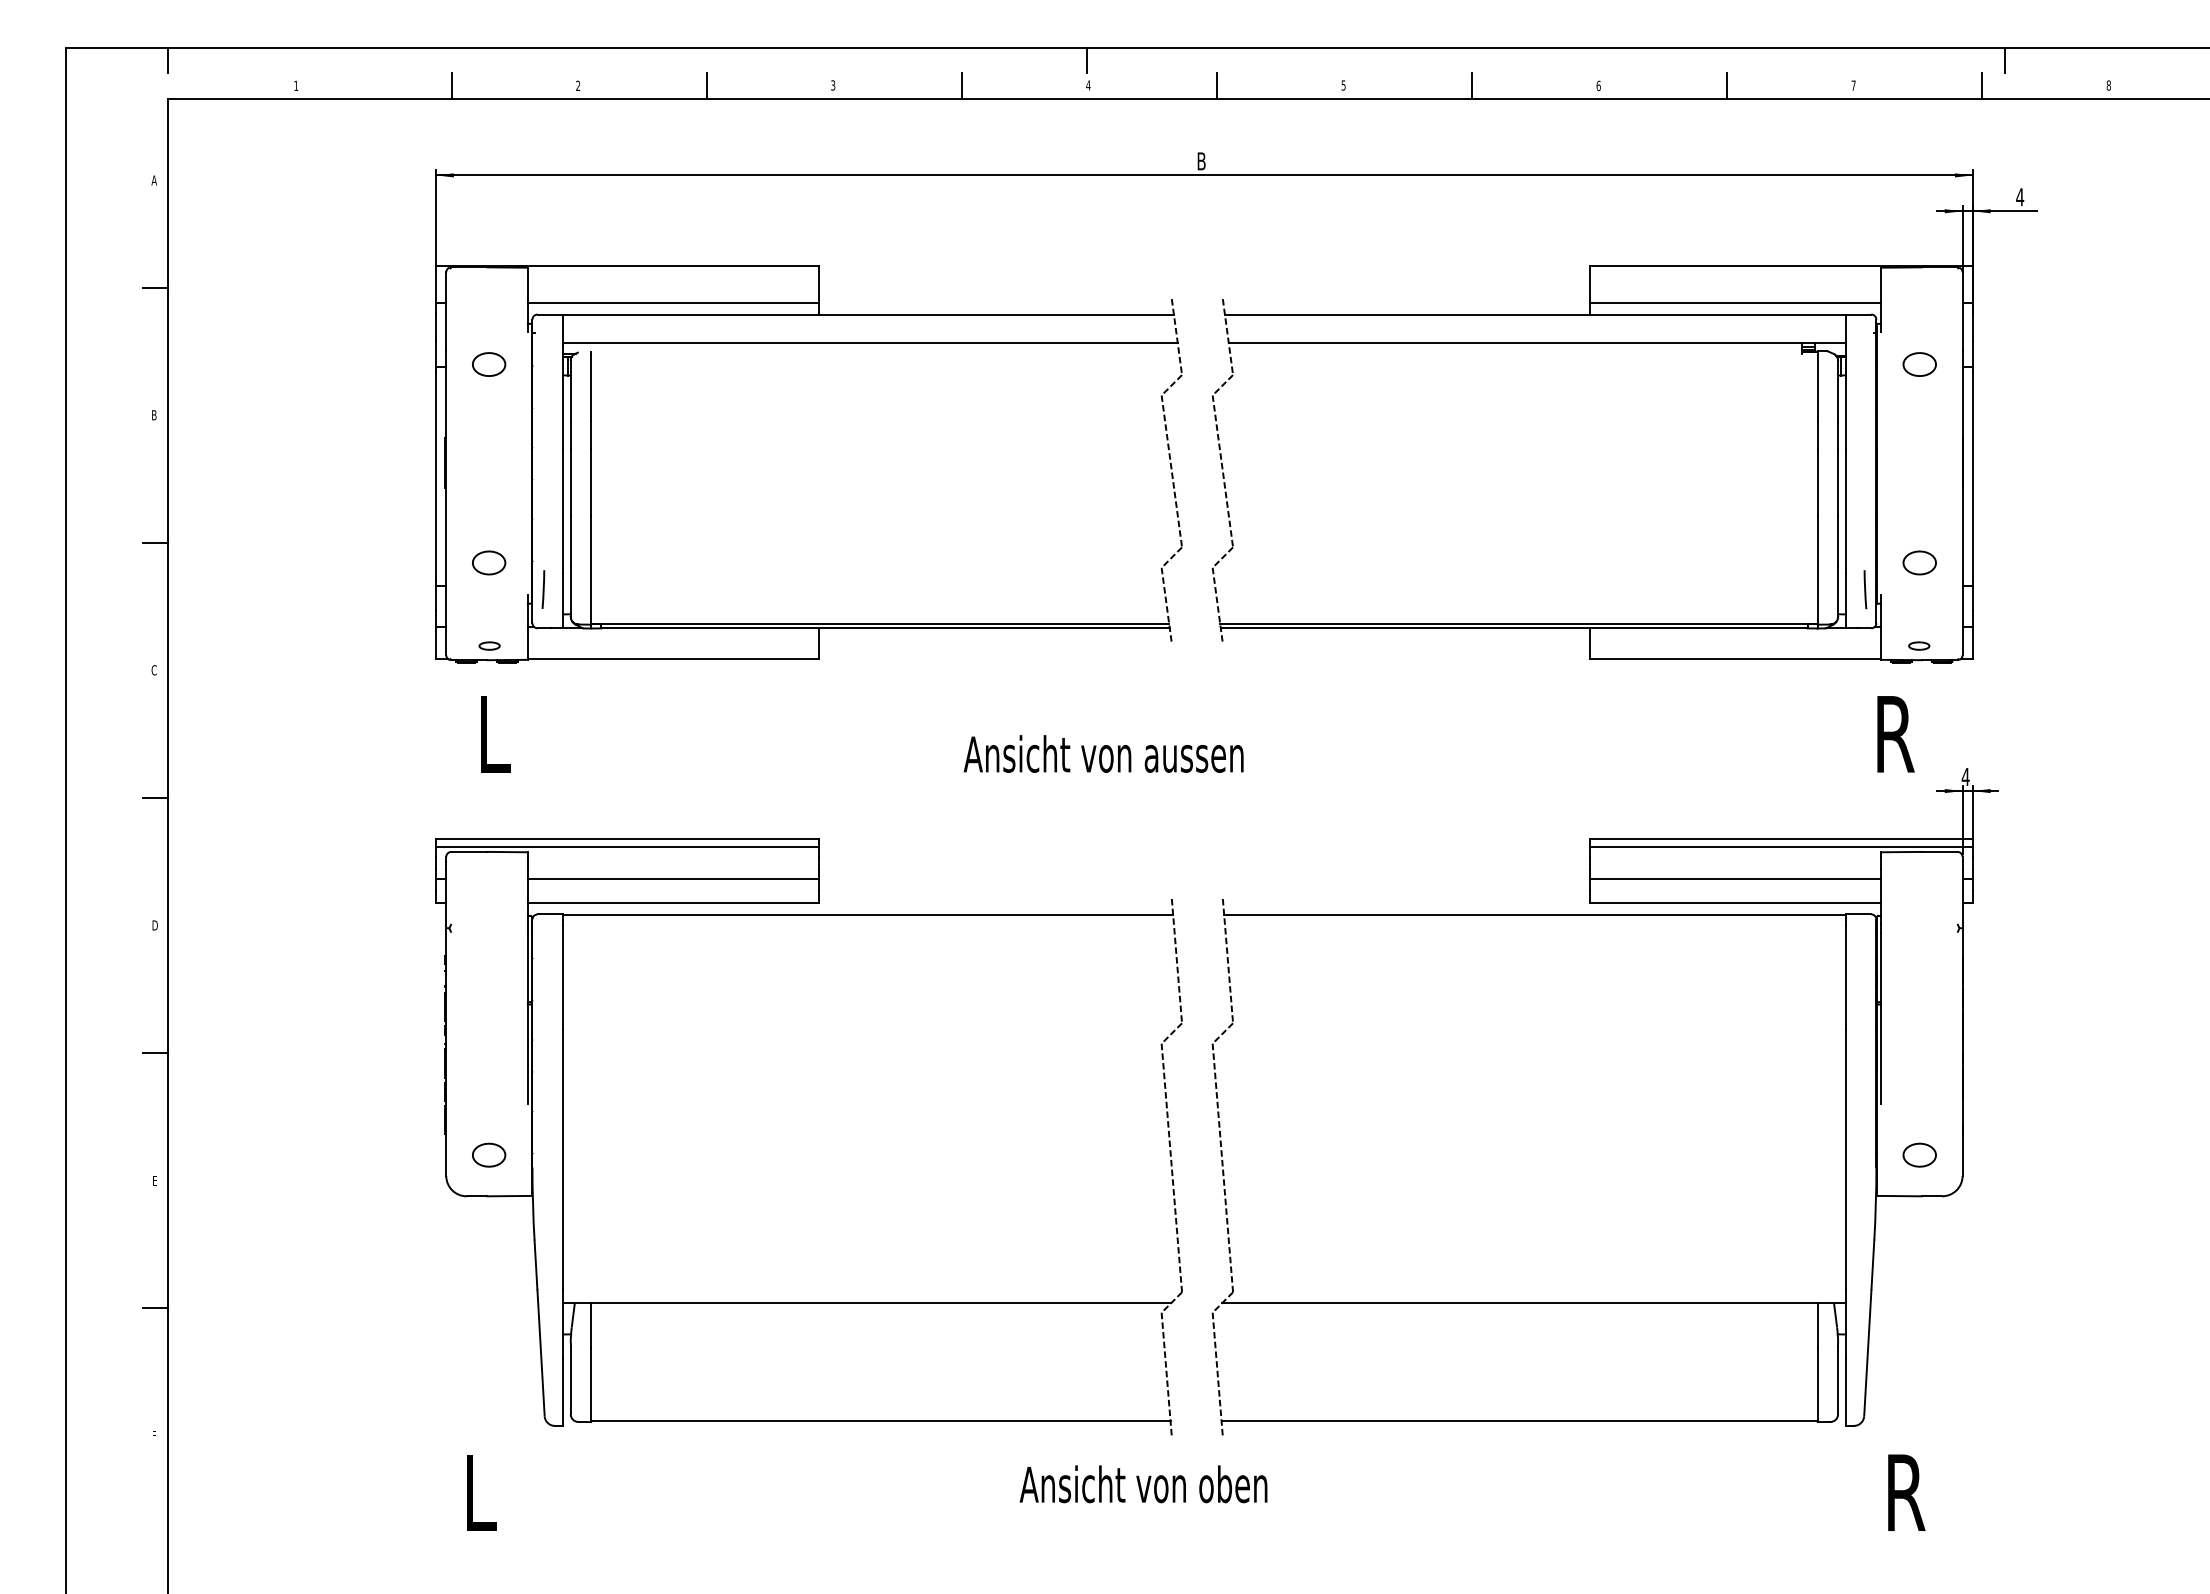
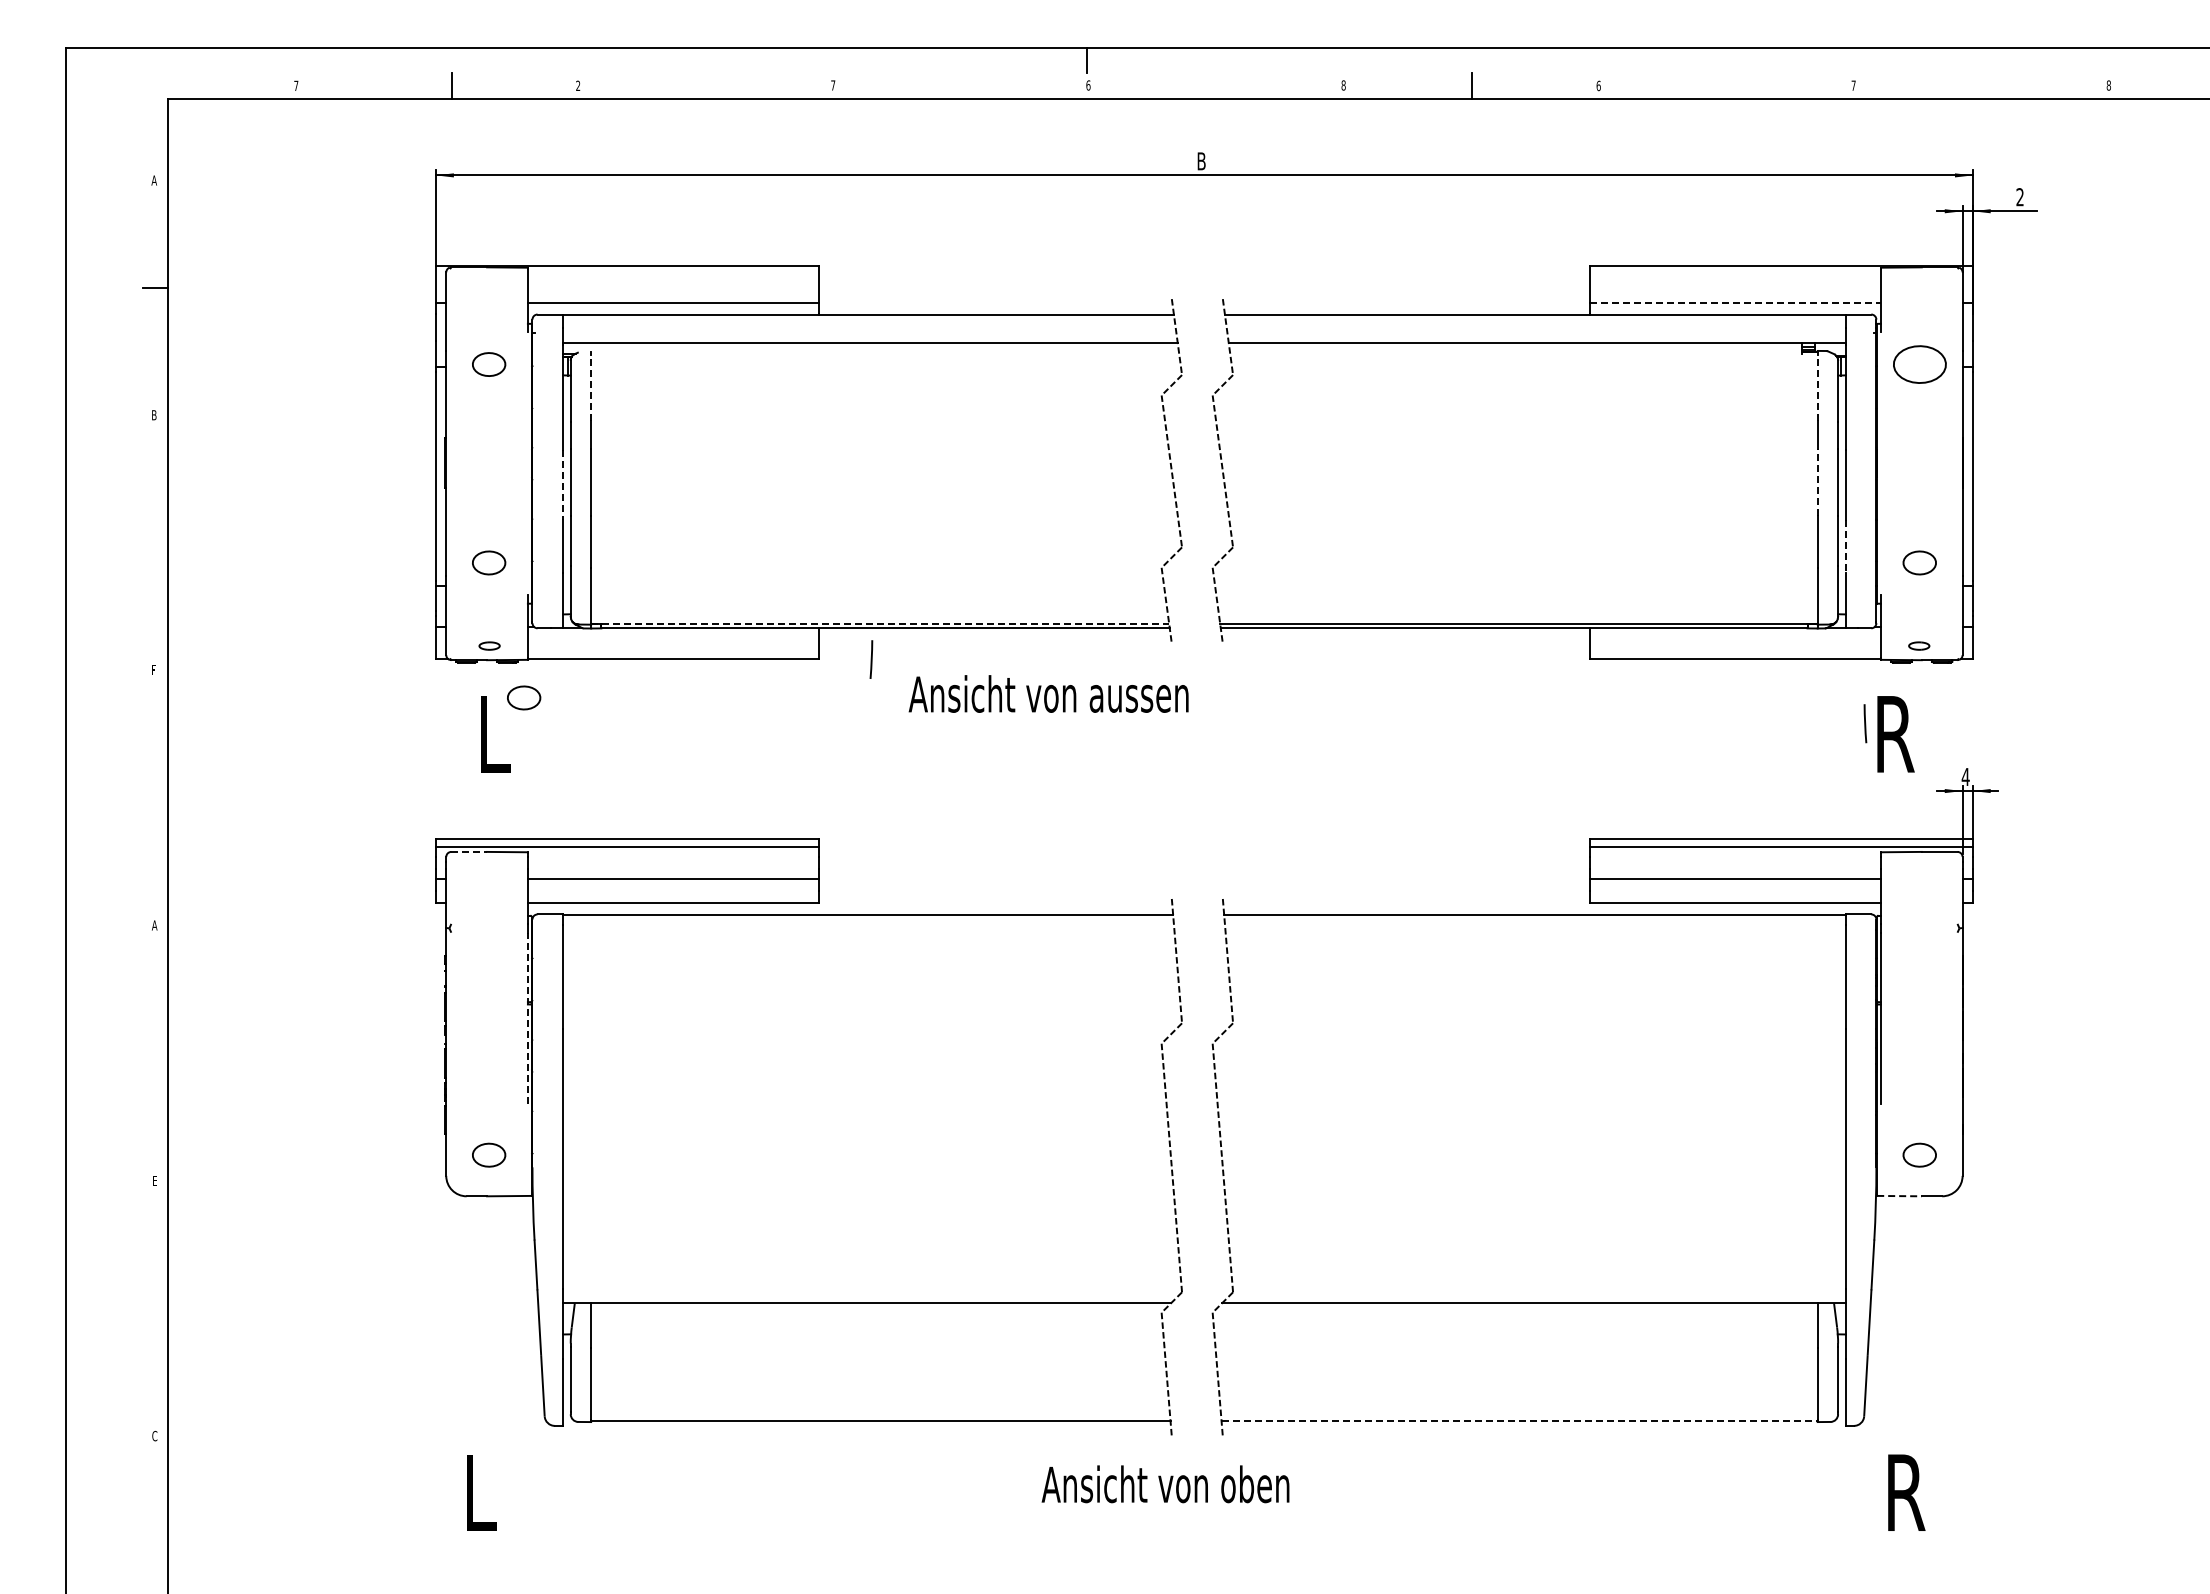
line at (168, 60): present -> none
line at (2005, 60): present -> none
text at (296, 85): 1 -> 7
line at (706, 85): present -> none
text at (833, 85): 3 -> 7
line at (961, 85): present -> none
text at (1088, 85): 4 -> 6
line at (1216, 85): present -> none
text at (1343, 85): 5 -> 8
line at (1727, 85): present -> none
line at (1982, 85): present -> none
text at (2020, 197): 4 -> 2
line at (1736, 302): solid -> dashed
part at (1919, 364) size: 35x25 px -> 54x39 px
line at (591, 387): solid -> dashed
line at (1817, 387): solid -> dashed
line at (1817, 482): solid -> dashed
line at (563, 485): solid -> dashed
line at (155, 542): present -> none
line at (1845, 546): solid -> dashed
line at (543, 589) position: (543, 589) -> (871, 659)
line at (1865, 589) position: (1865, 589) -> (1865, 723)
line at (880, 623): solid -> dashed
text at (153, 670): C -> F
part at (524, 697): none -> present
text at (1103, 753) position: (1103, 753) -> (1048, 693)
line at (155, 797): present -> none
line at (469, 851): solid -> dashed
text at (154, 925): D -> A
line at (527, 1018): solid -> dashed
line at (155, 1053): present -> none
line at (1899, 1196): solid -> dashed
line at (155, 1308): present -> none
line at (1520, 1420): solid -> dashed
text at (154, 1435): F -> C
text at (1143, 1484) position: (1143, 1484) -> (1165, 1484)
